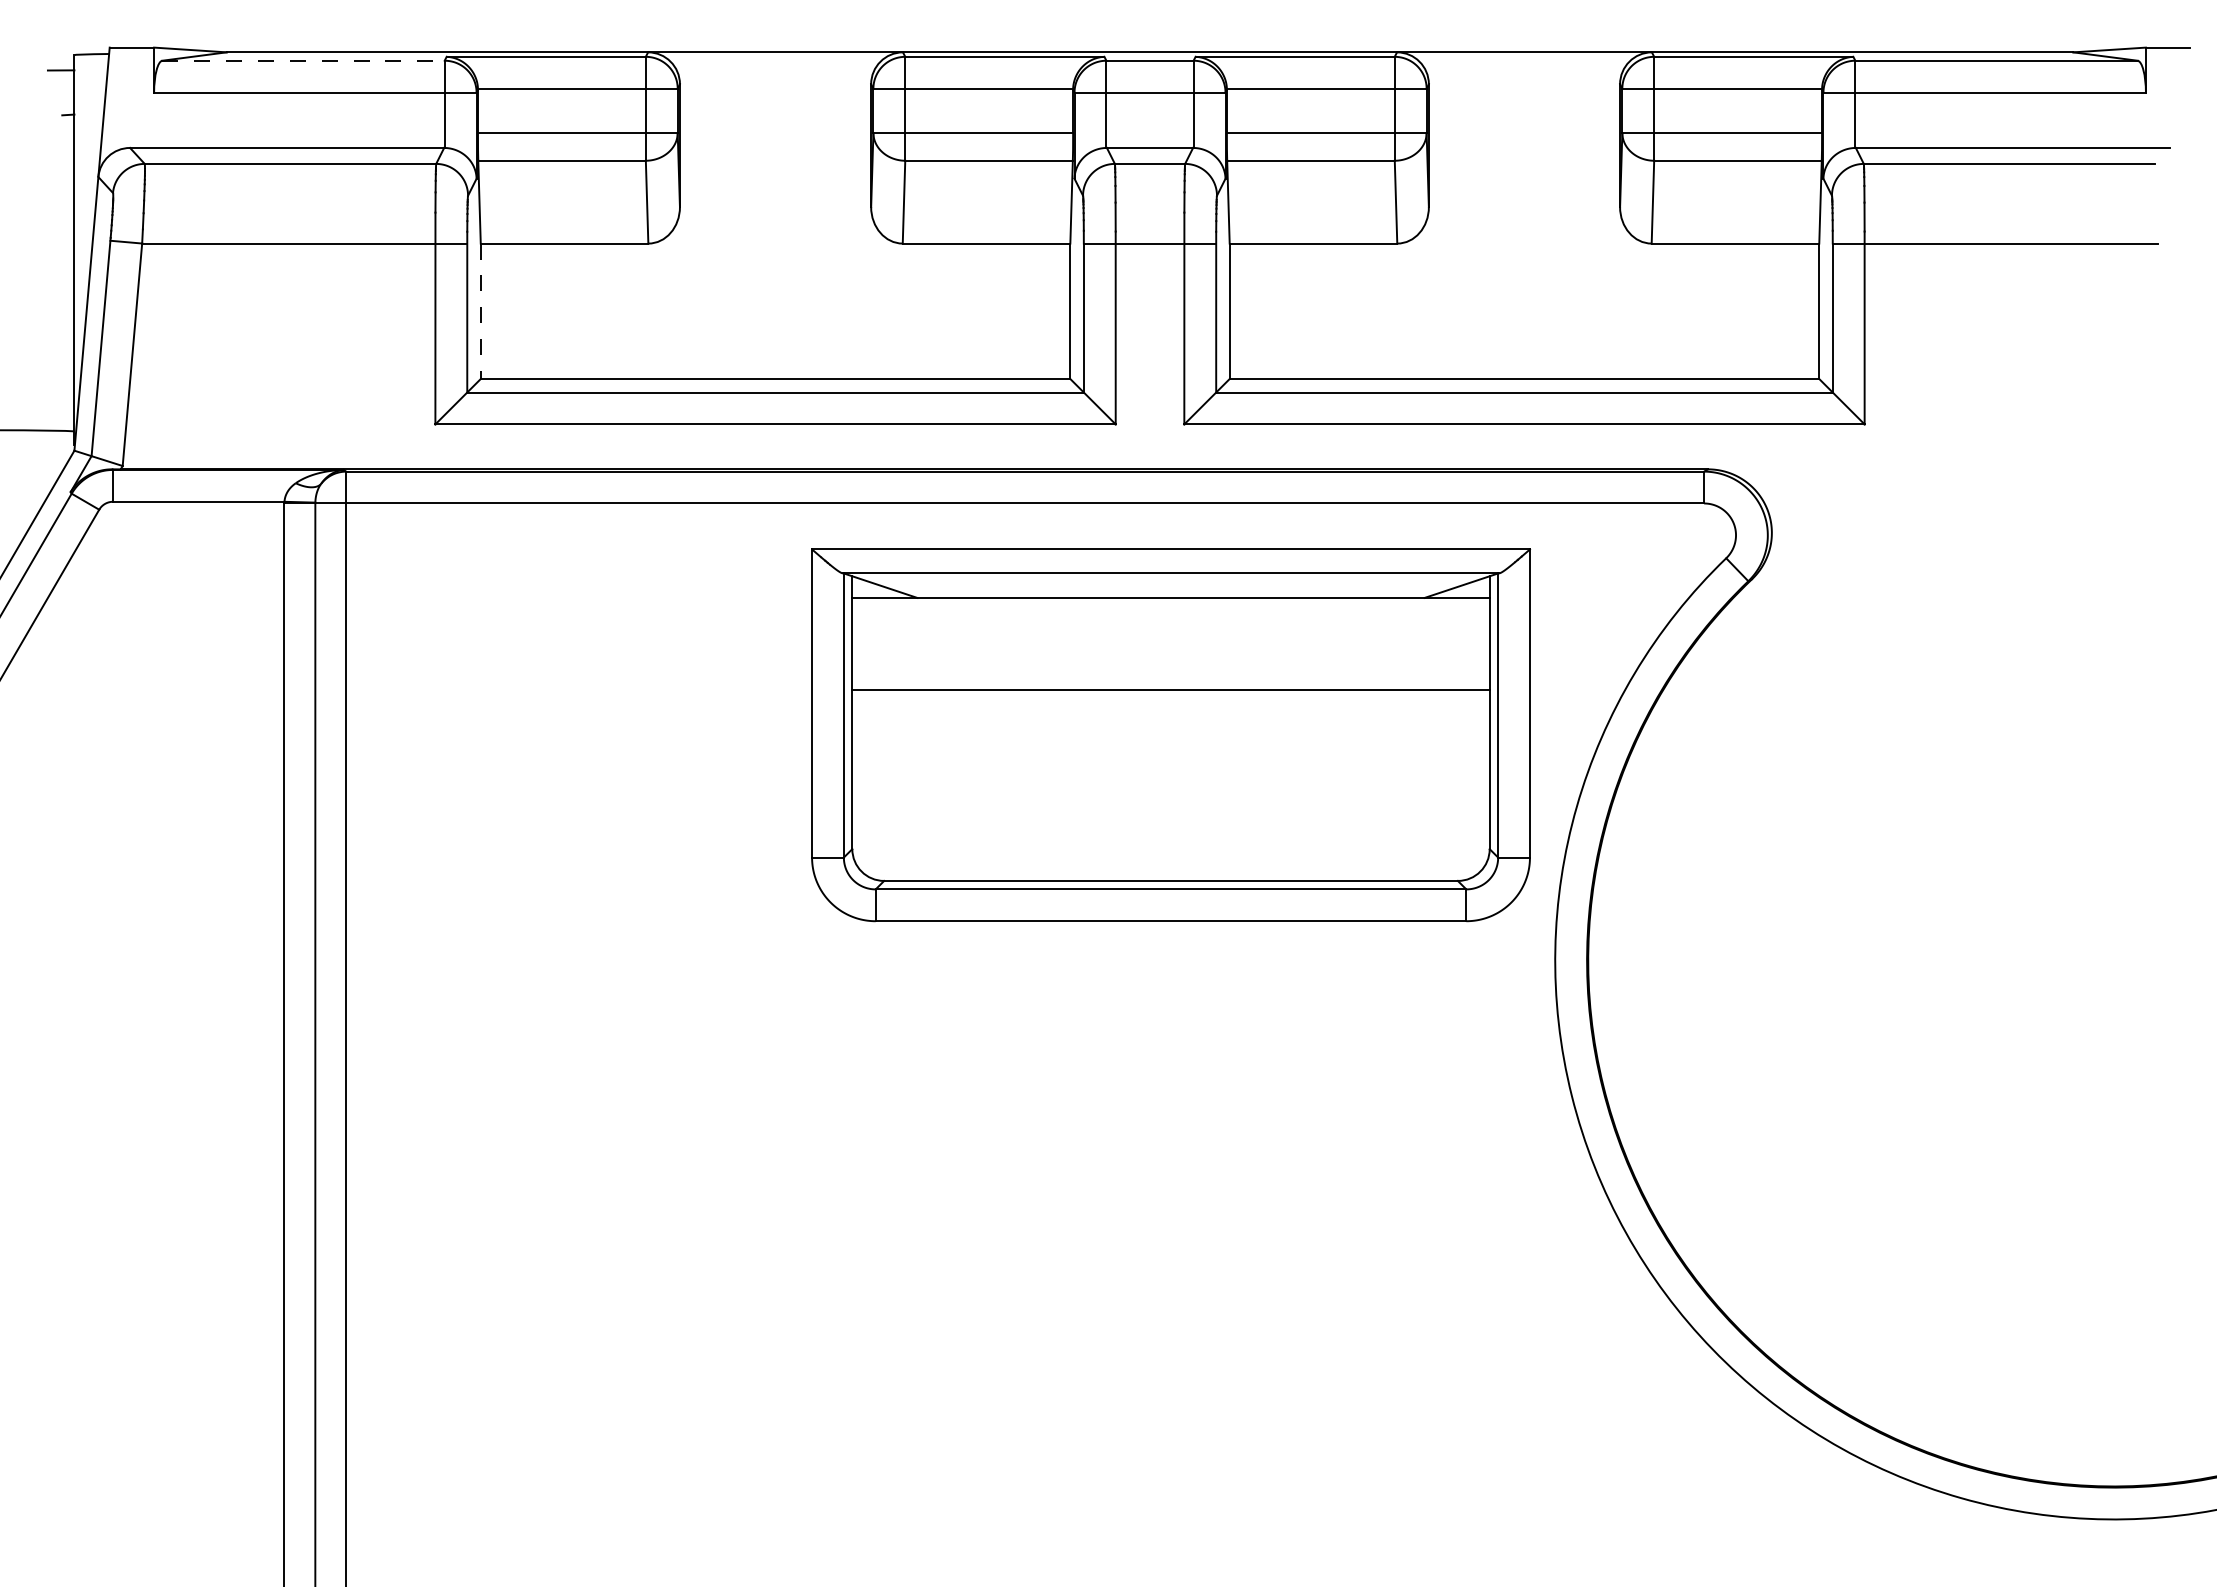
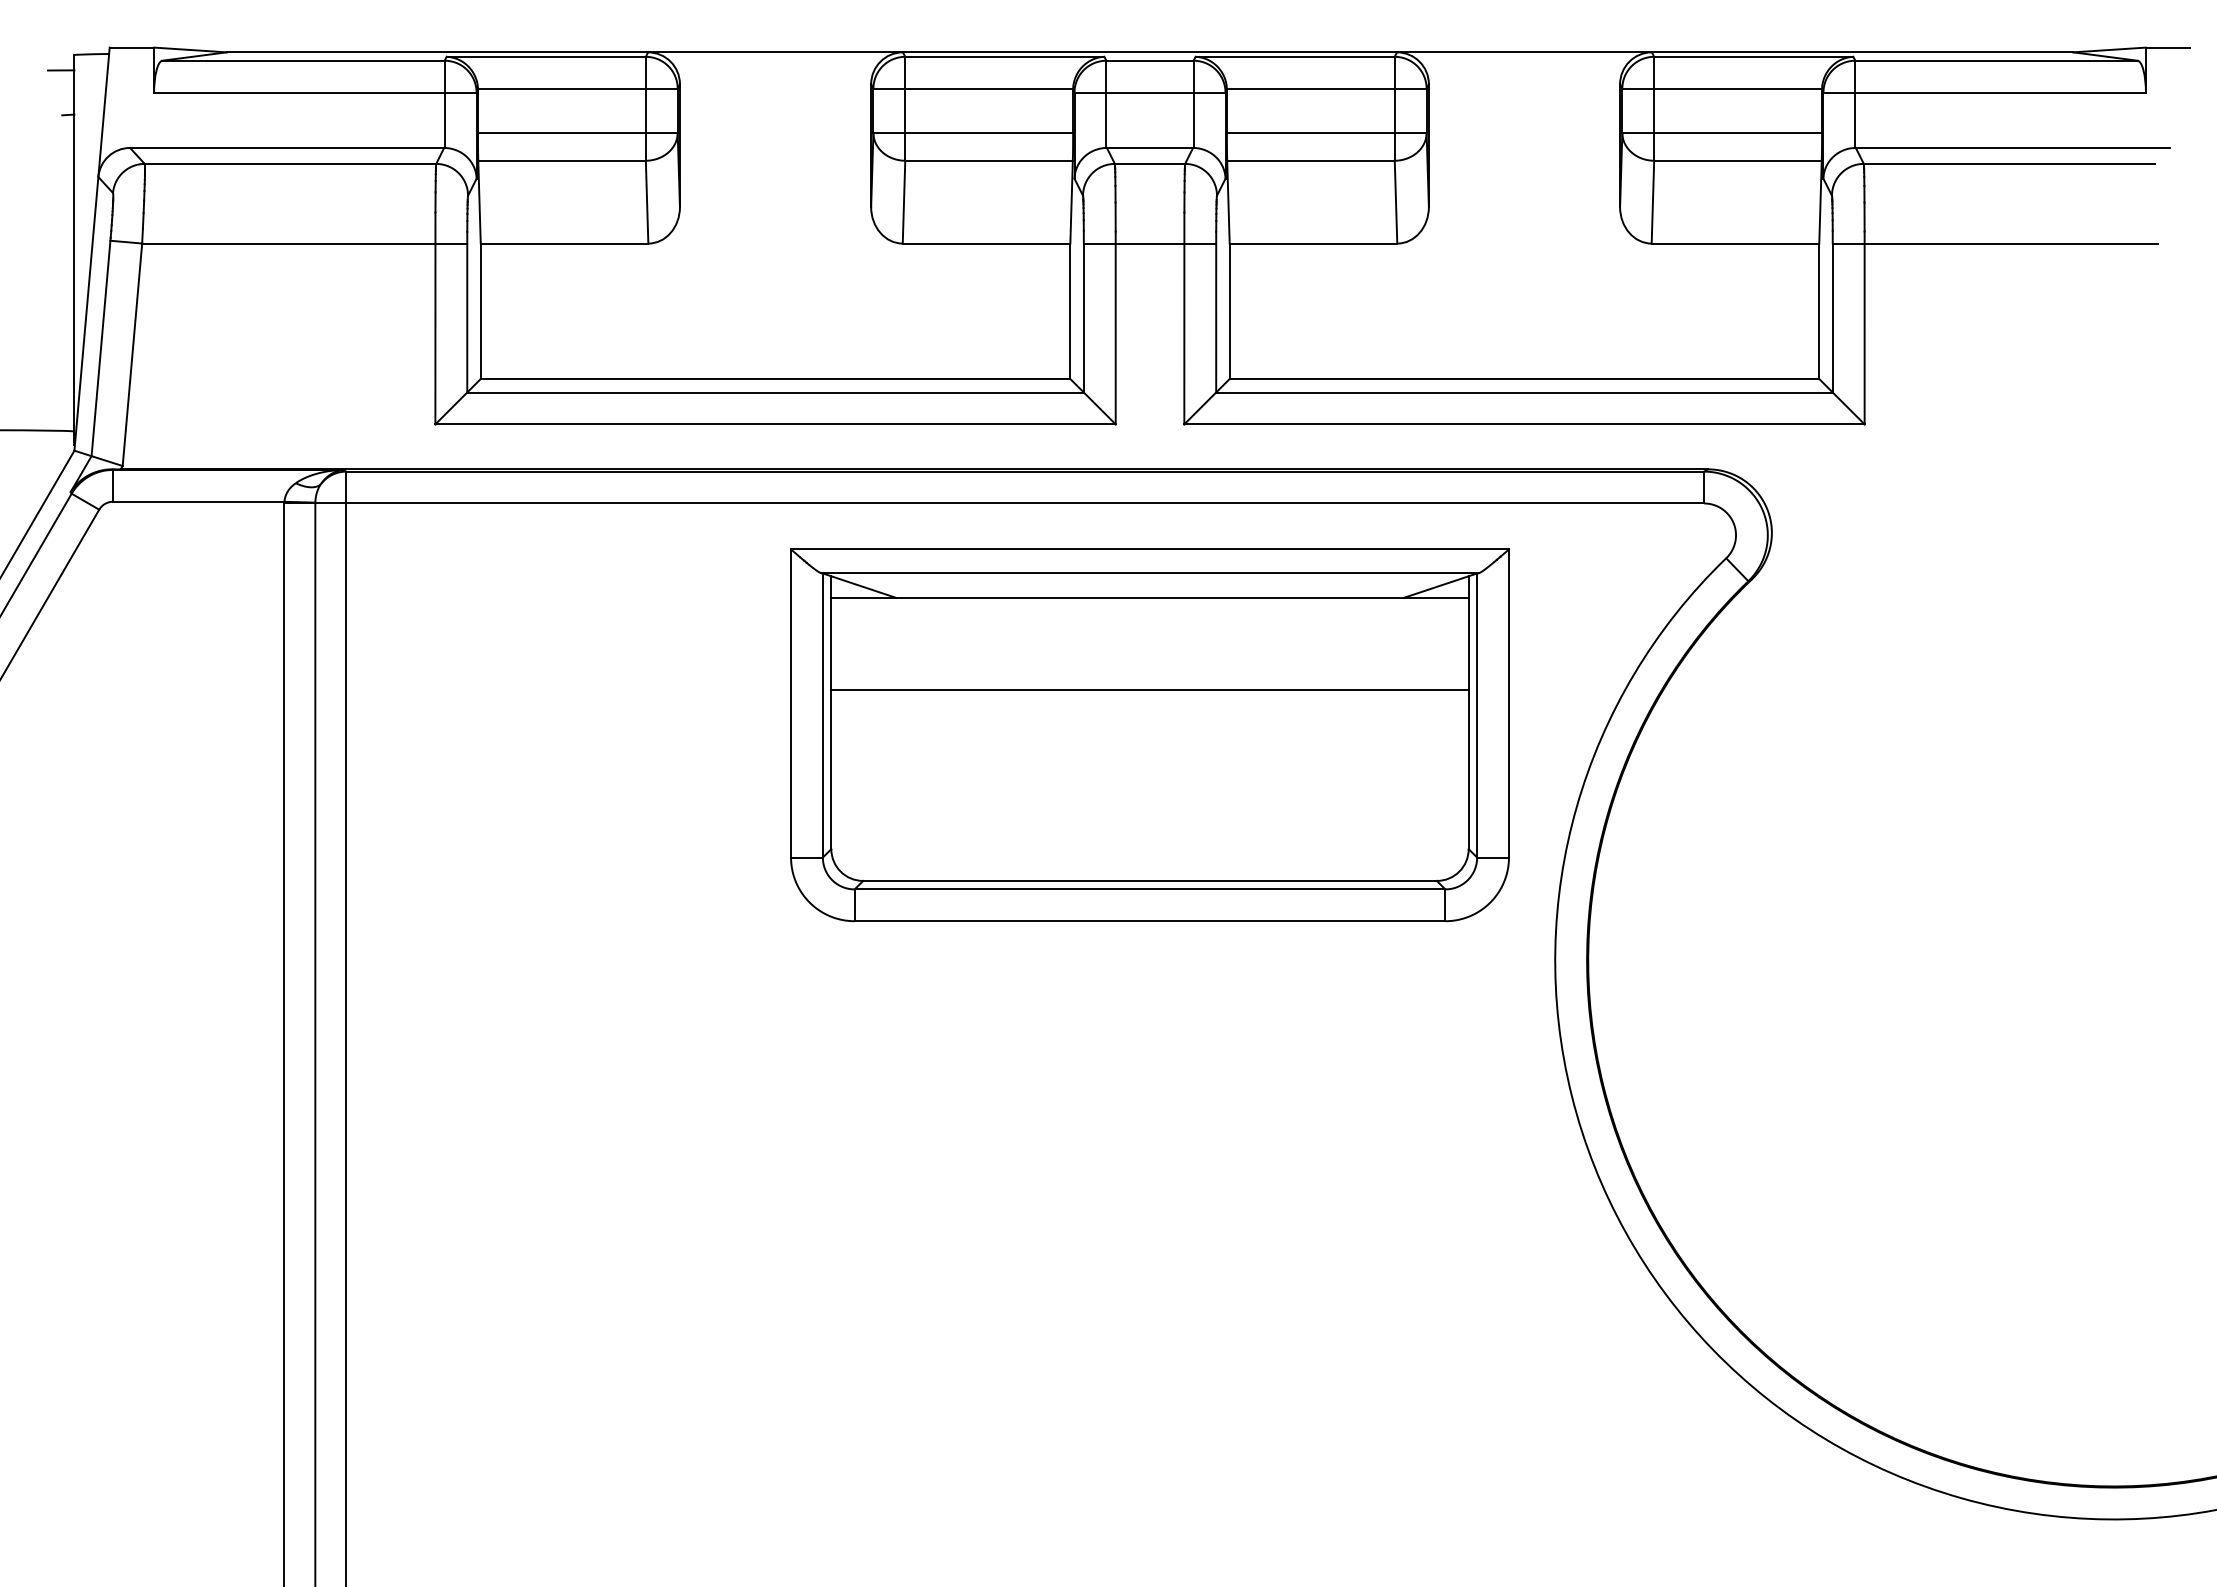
line at (304, 60): dashed -> solid
line at (480, 311): dashed -> solid
part at (1170, 735) position: (1170, 735) -> (1149, 735)
